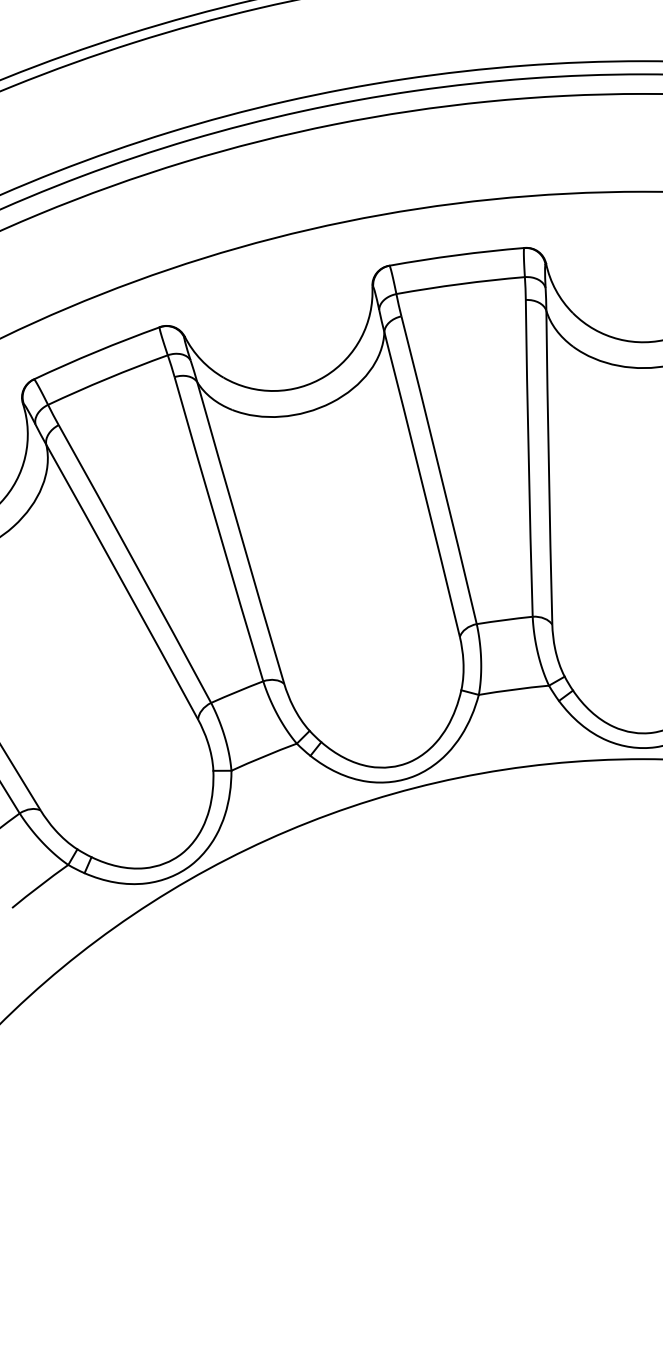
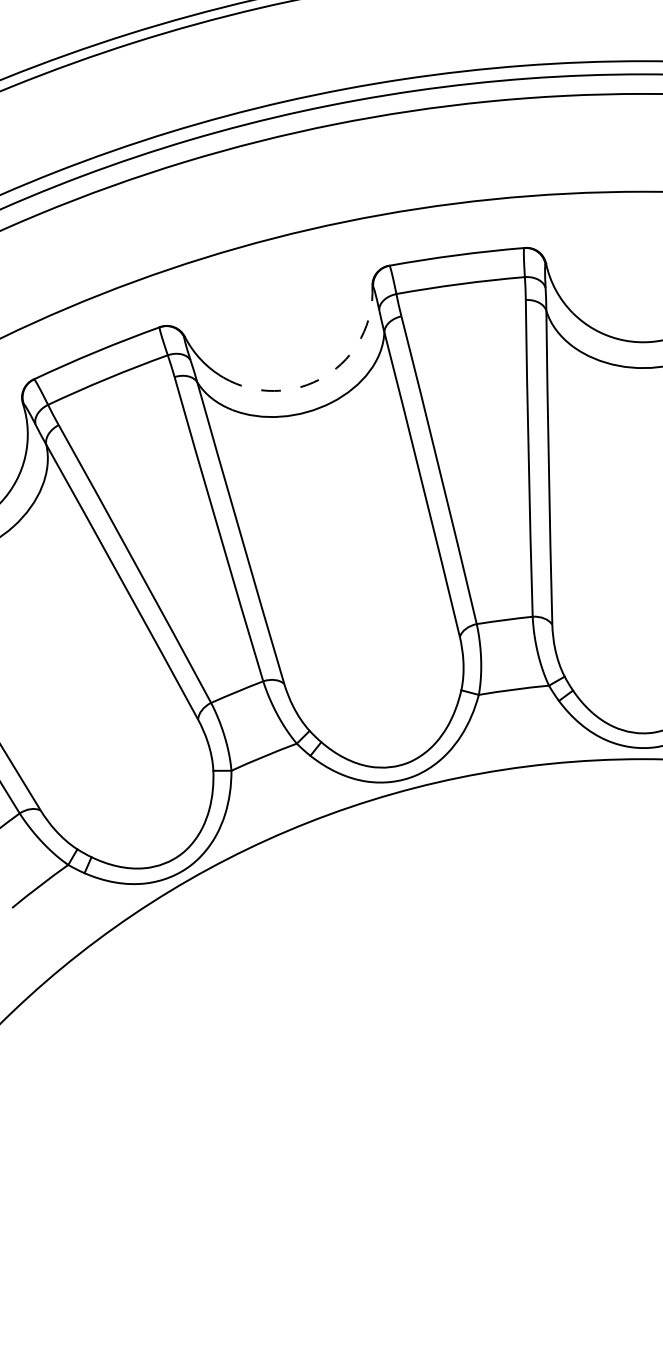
arc at (325, 376): solid -> dashed
